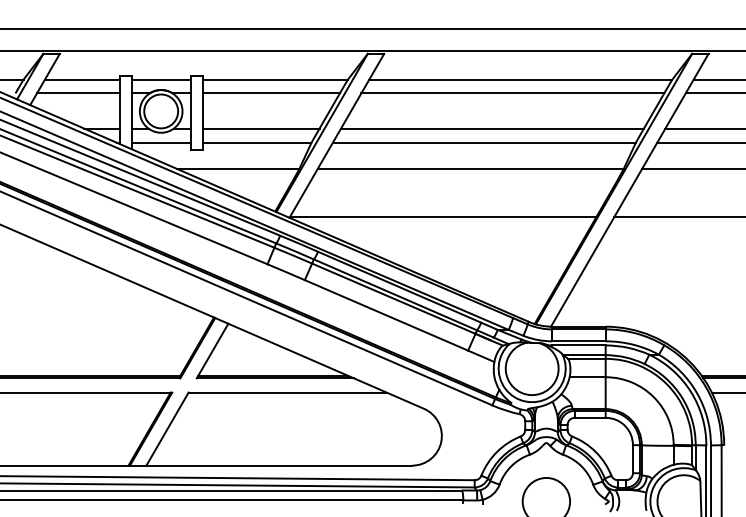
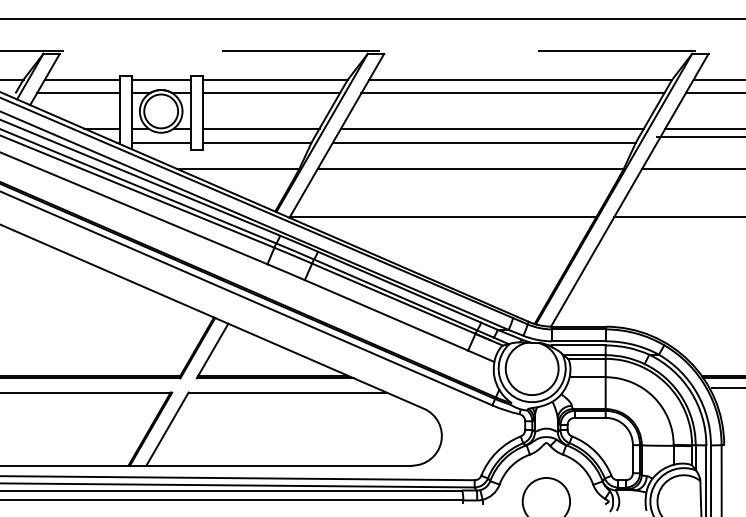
line at (372, 28) position: (372, 28) -> (372, 18)
line at (373, 51): solid -> dashed
line at (699, 142) position: (699, 142) -> (699, 136)
line at (726, 392) position: (726, 392) -> (726, 387)
